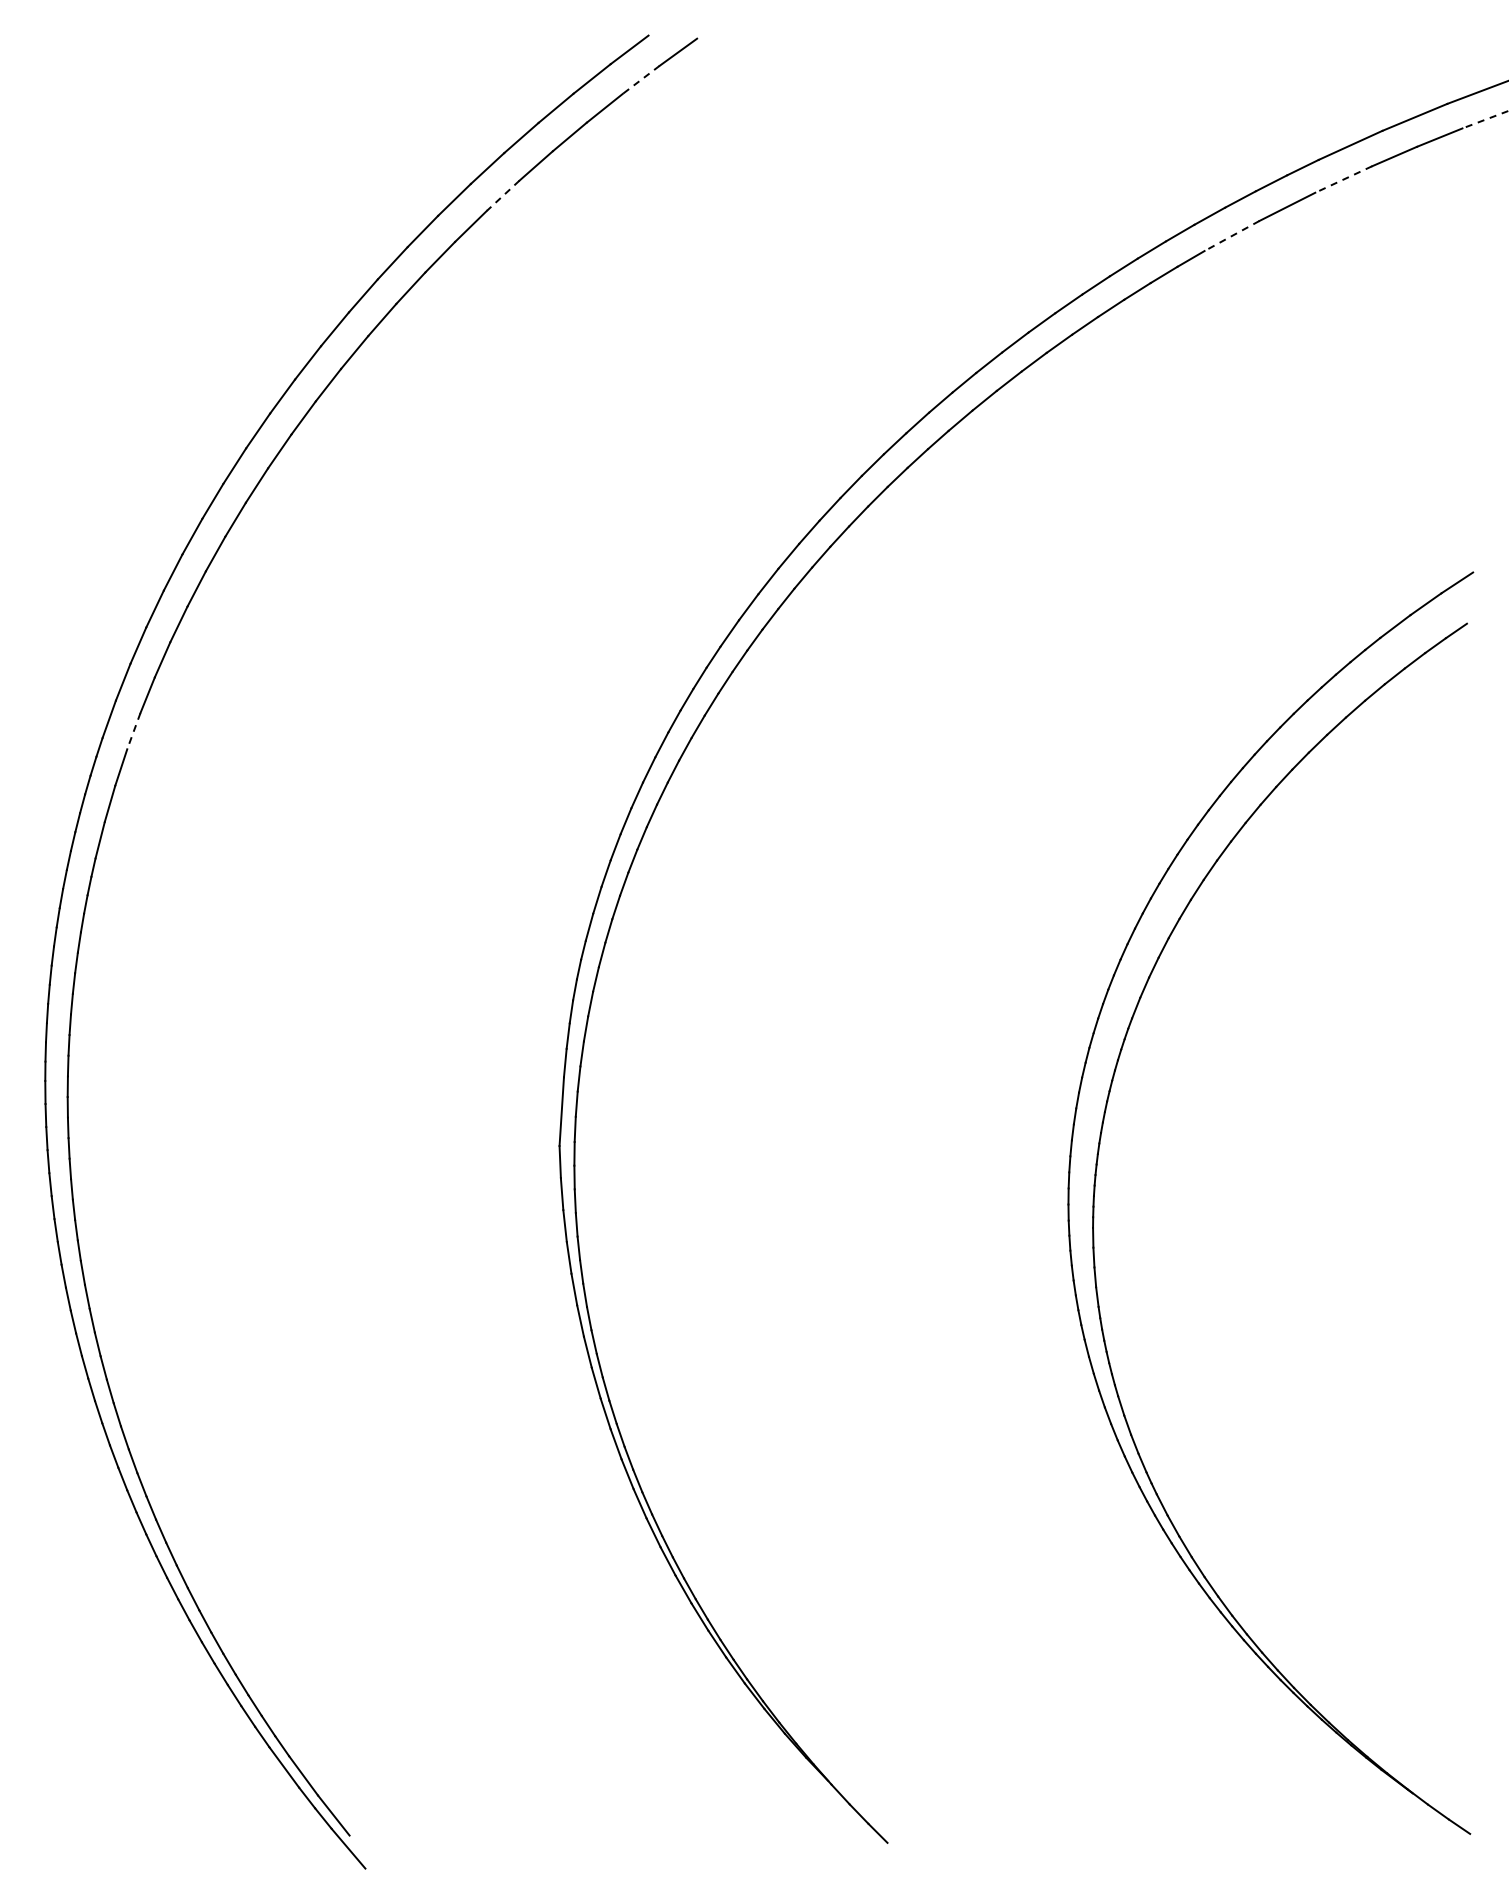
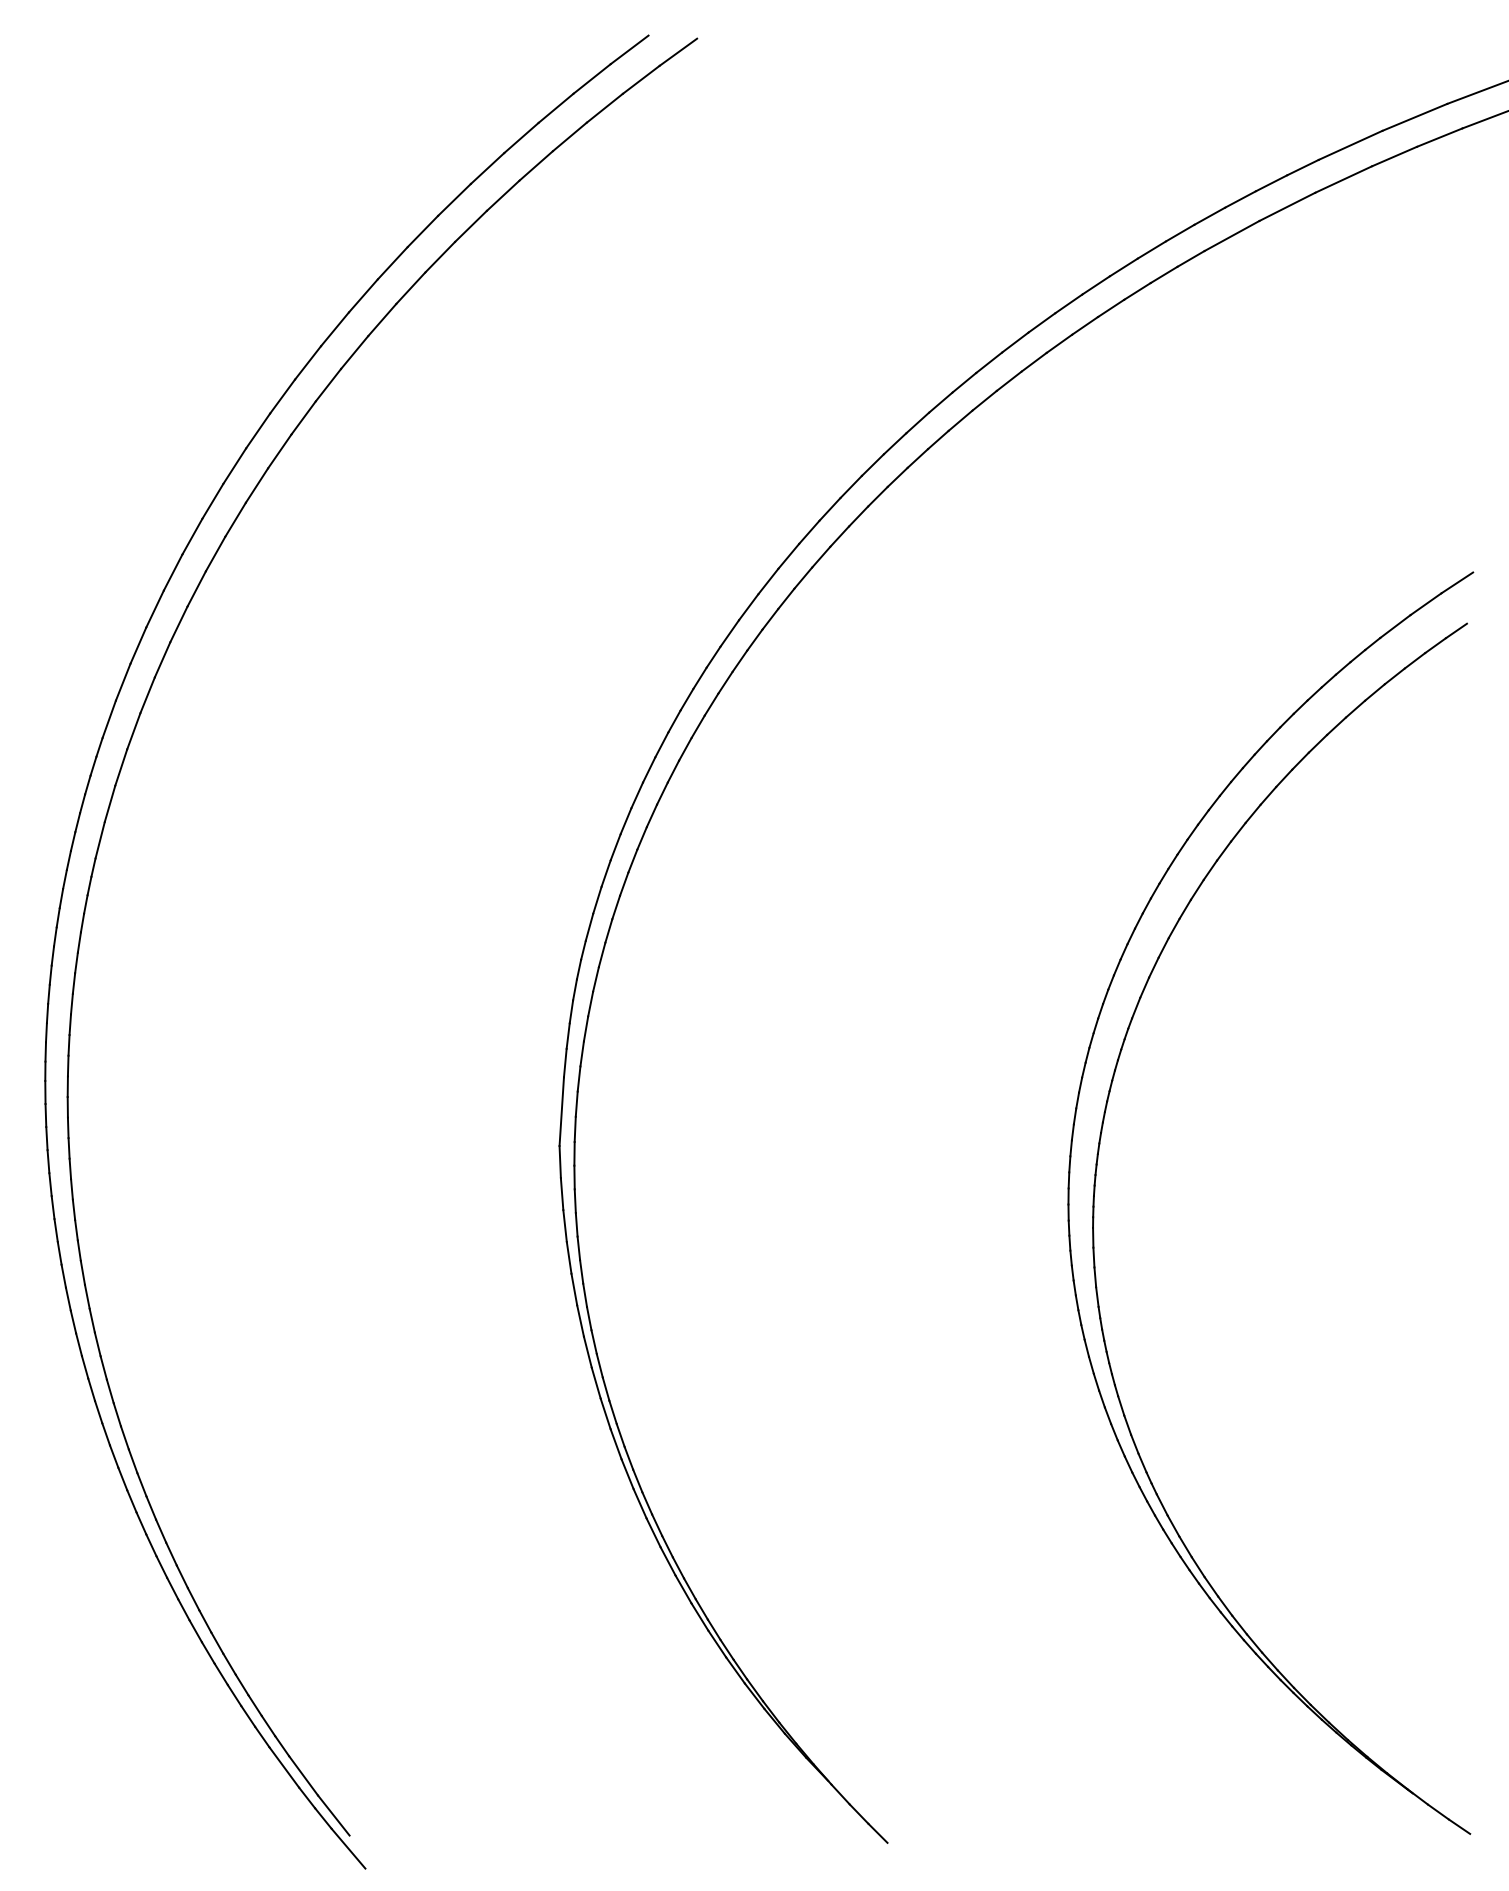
line at (640, 80): dashed -> solid
line at (1485, 119): dashed -> solid
line at (1343, 179): dashed -> solid
line at (502, 196): dashed -> solid
line at (1231, 236): dashed -> solid
line at (133, 731): dashed -> solid
